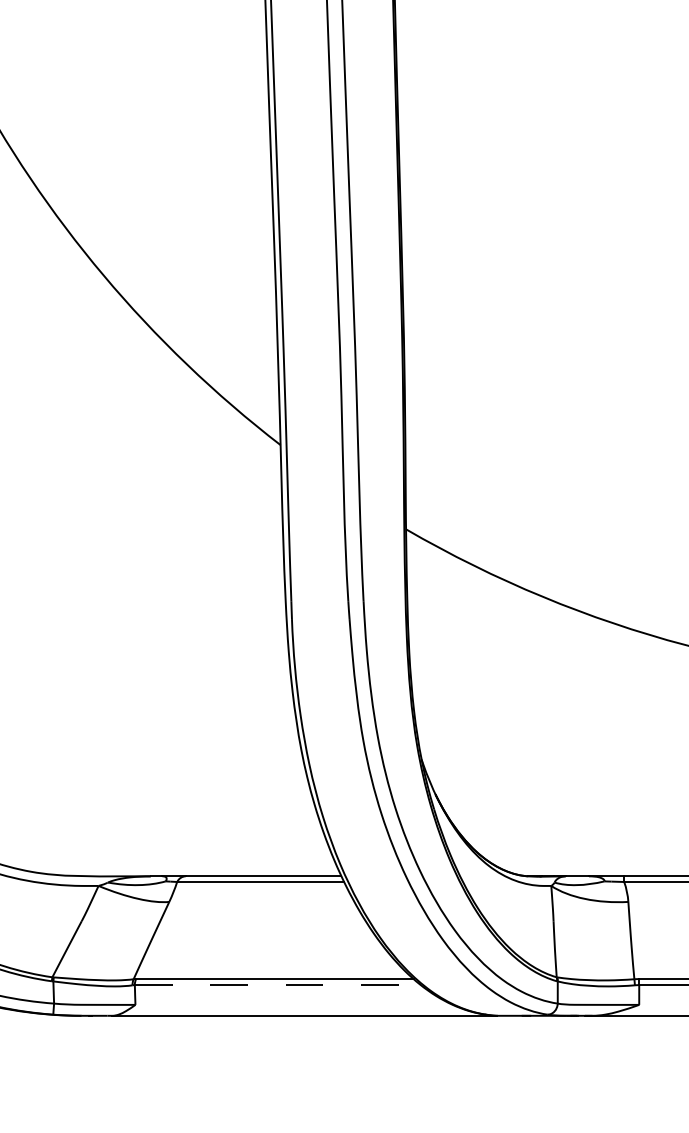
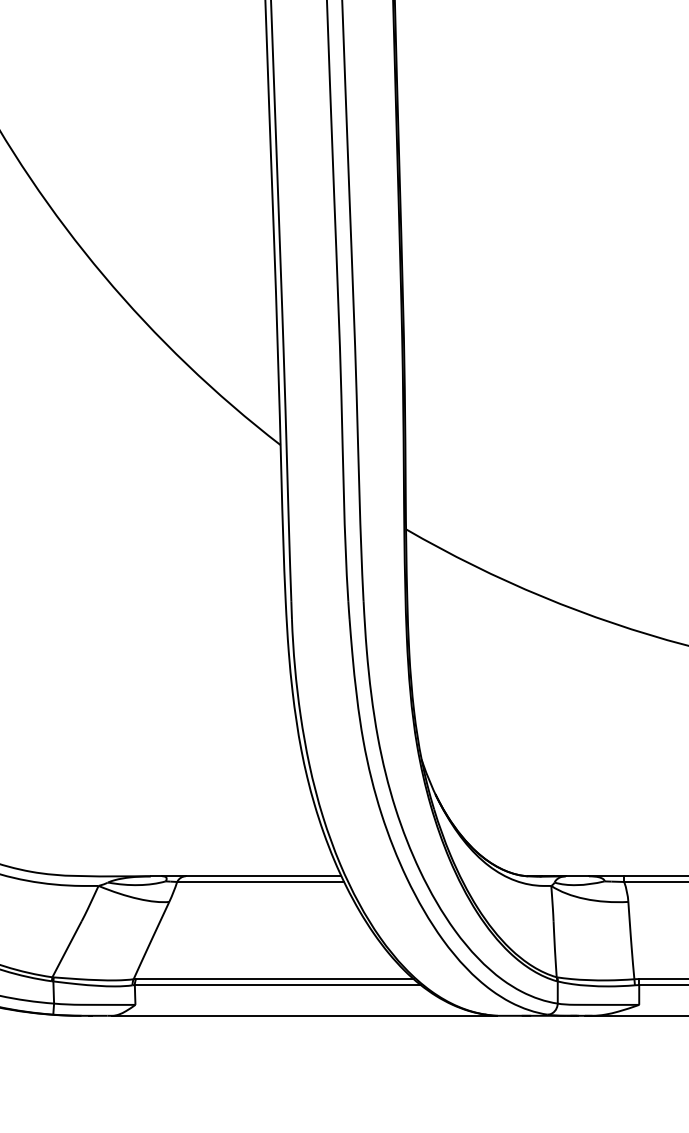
line at (278, 985): dashed -> solid
